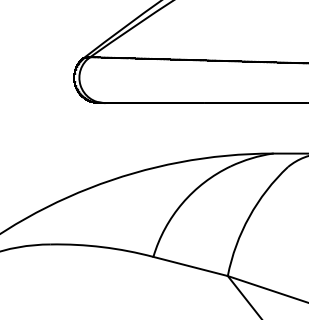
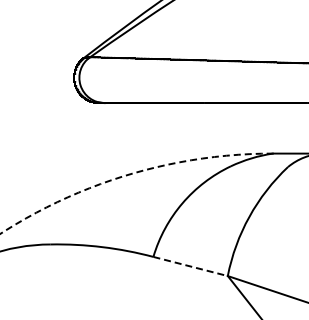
arc at (130, 174): solid -> dashed
line at (191, 266): solid -> dashed
